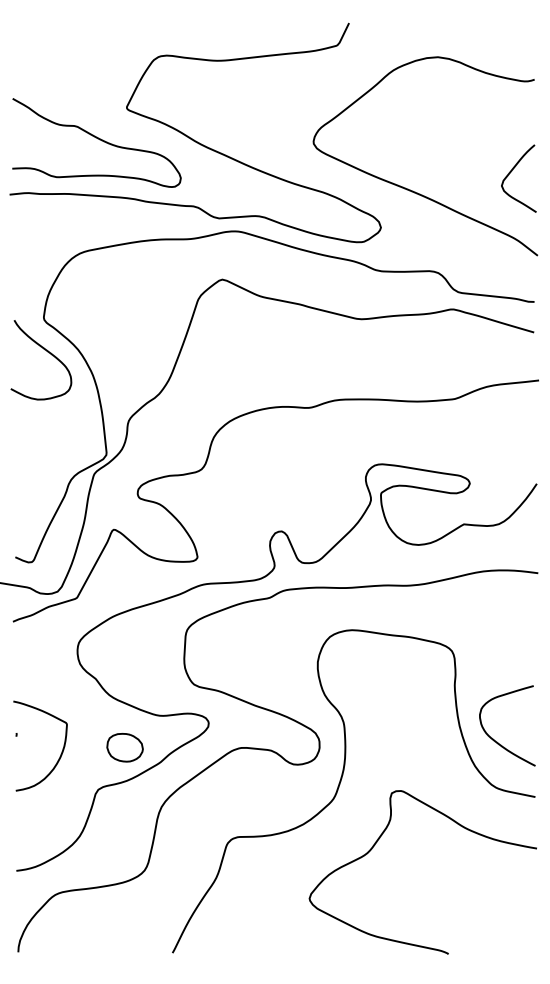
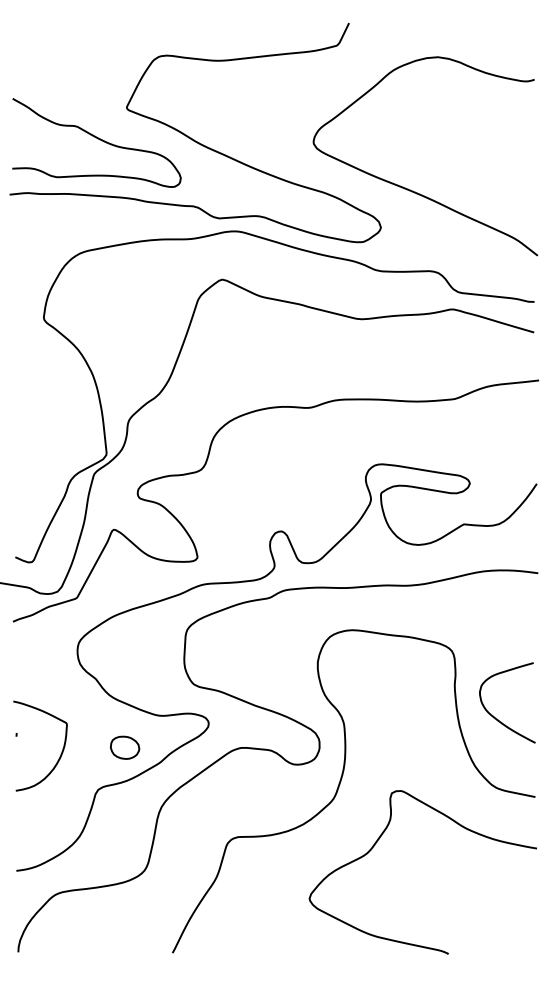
curve at (512, 171): present -> none
curve at (47, 352): present -> none
curve at (497, 741) position: (497, 741) -> (497, 718)
part at (124, 747) size: 38x30 px -> 32x25 px
